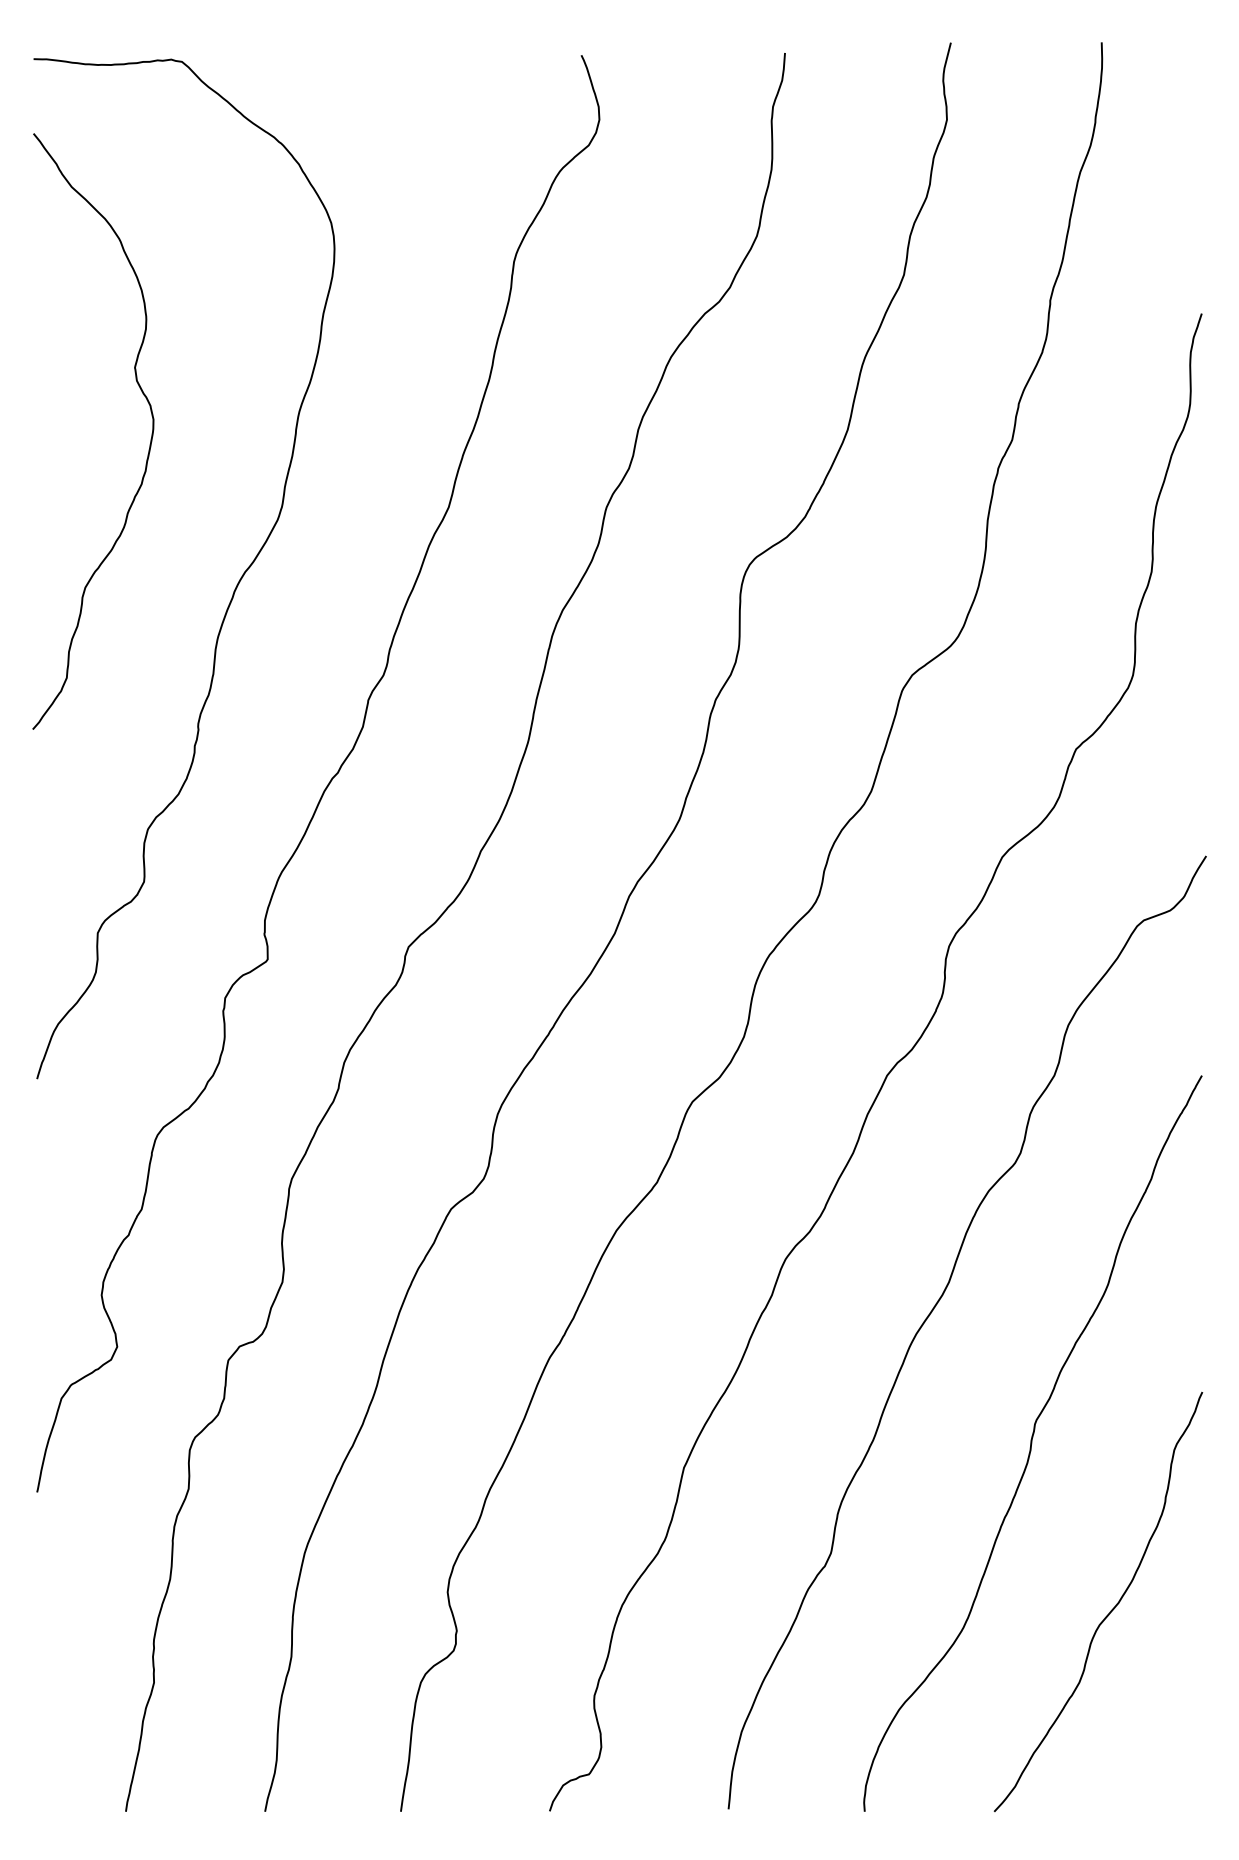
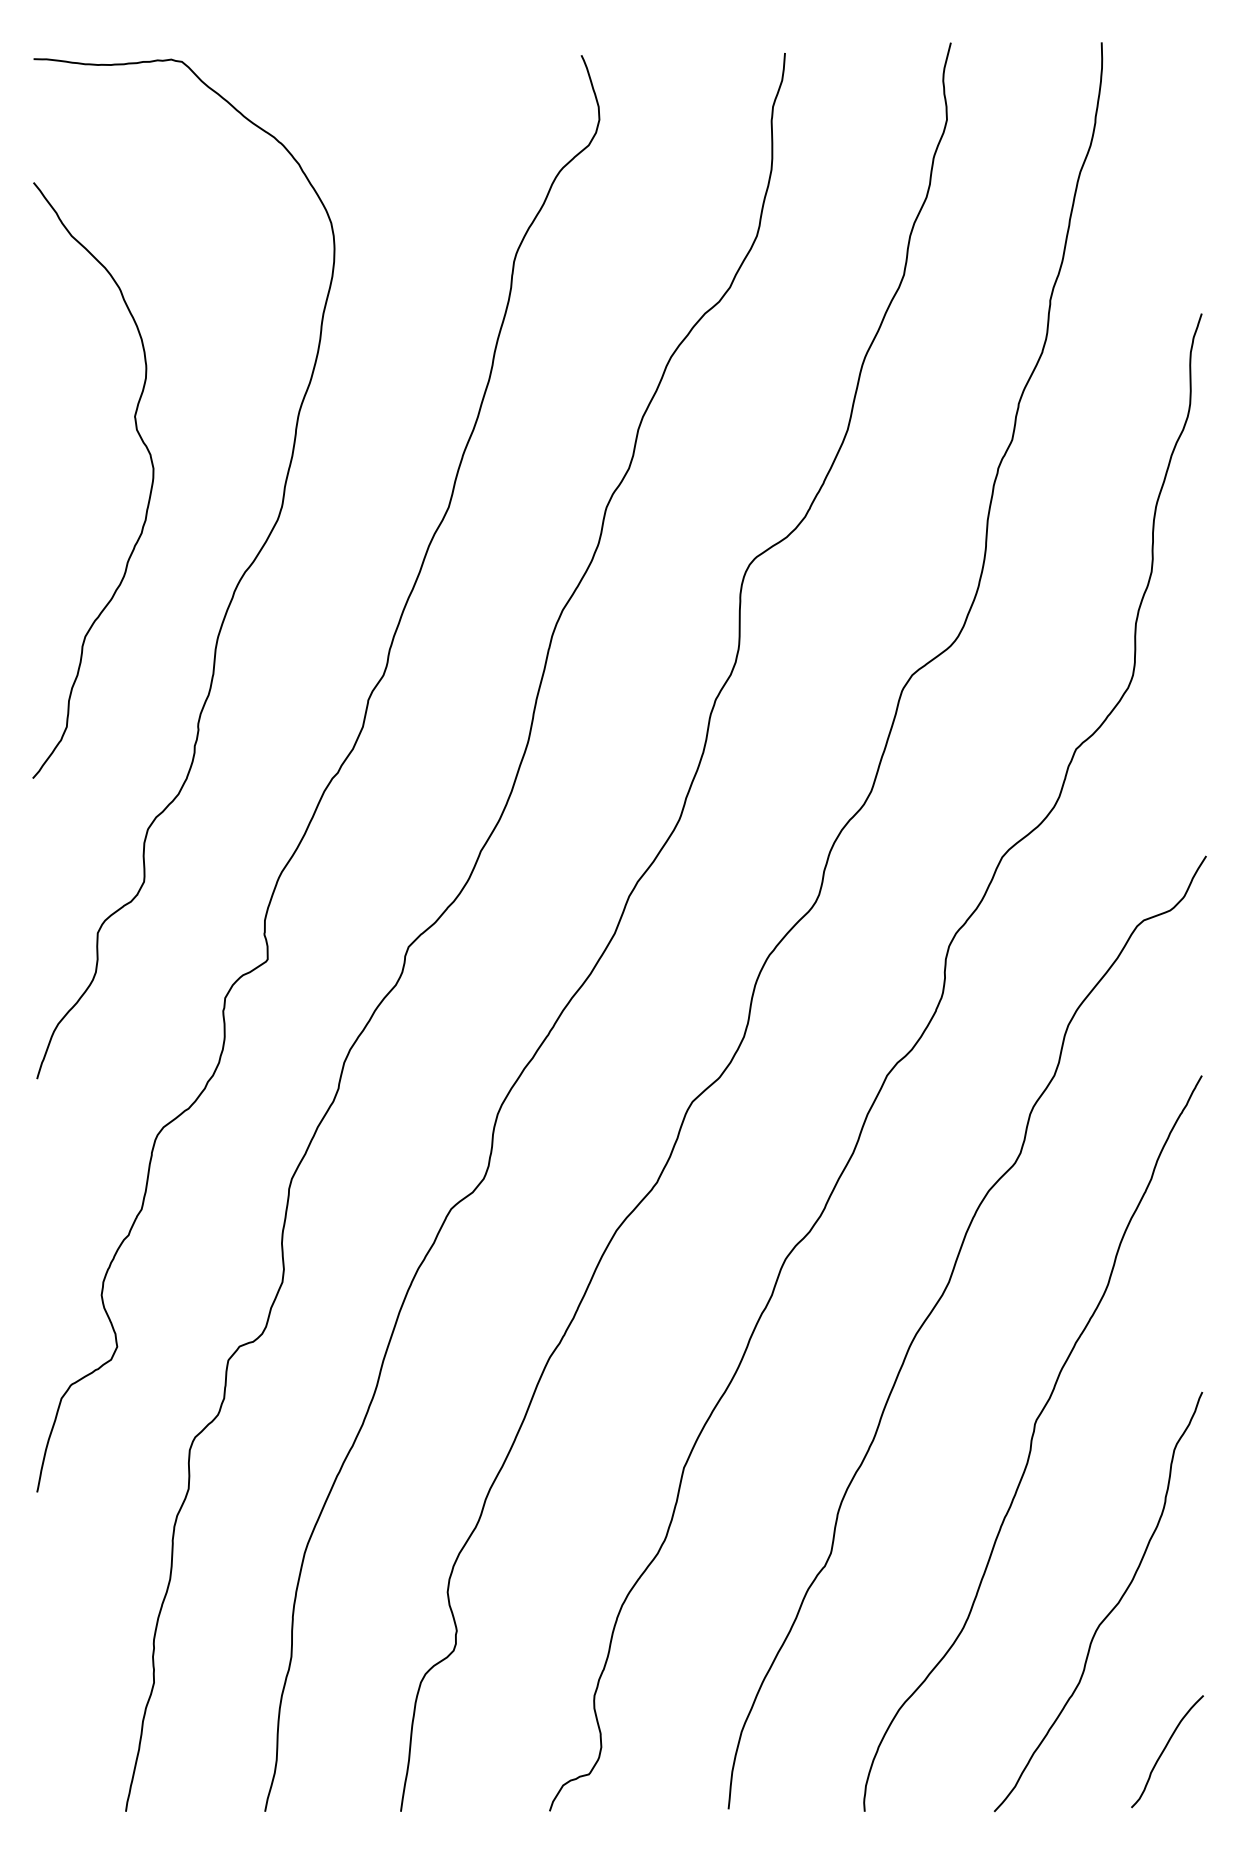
curve at (149, 444) position: (149, 444) -> (149, 493)
curve at (1165, 1749): none -> present
